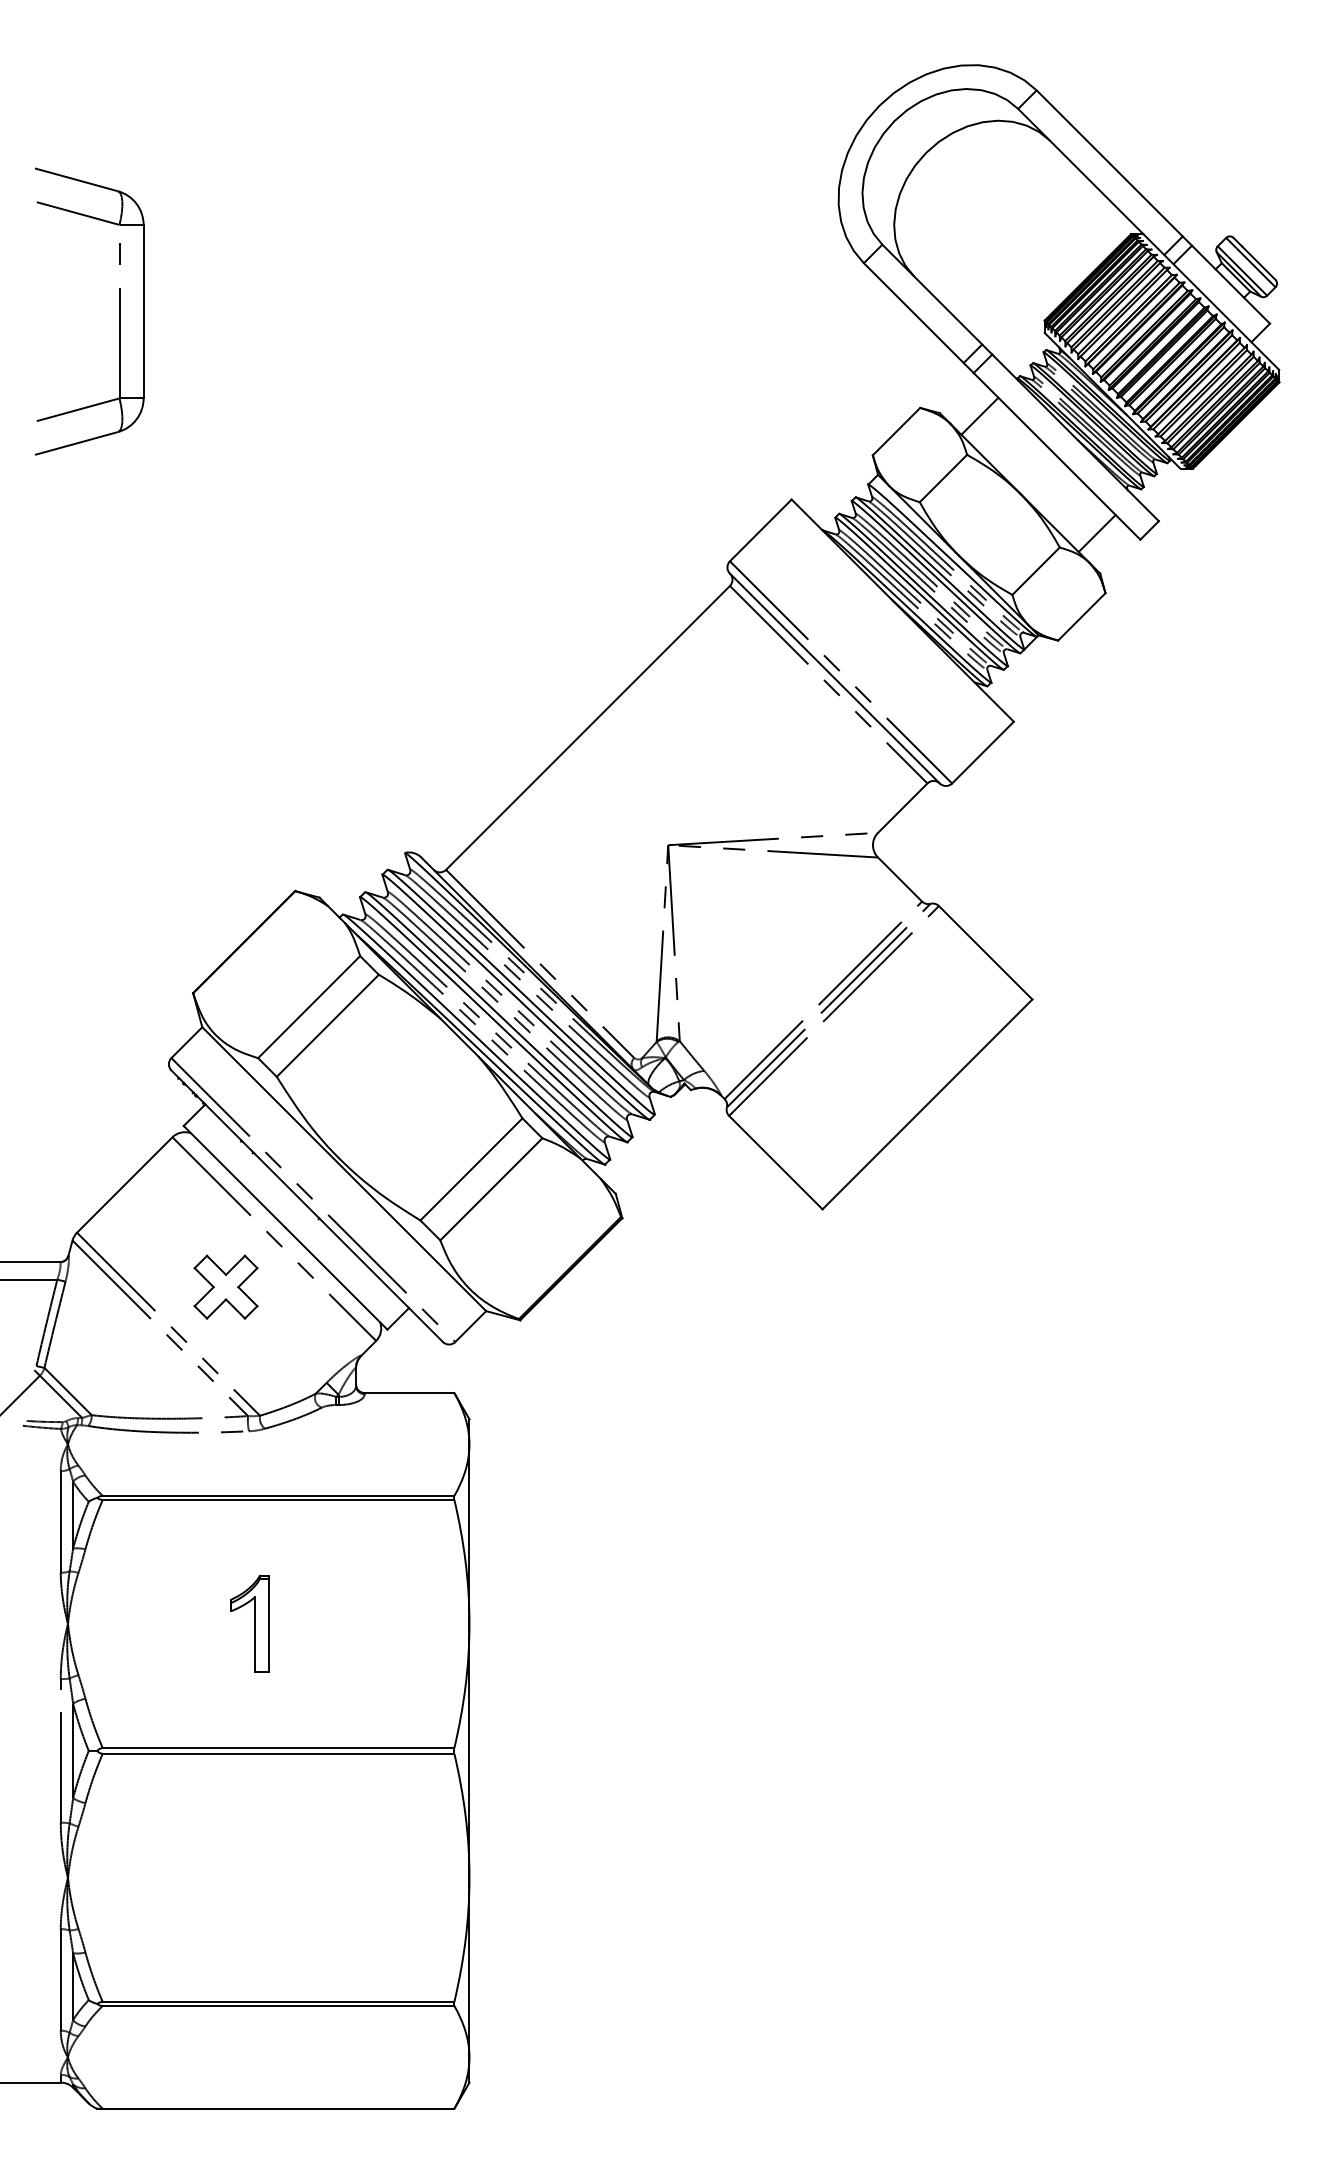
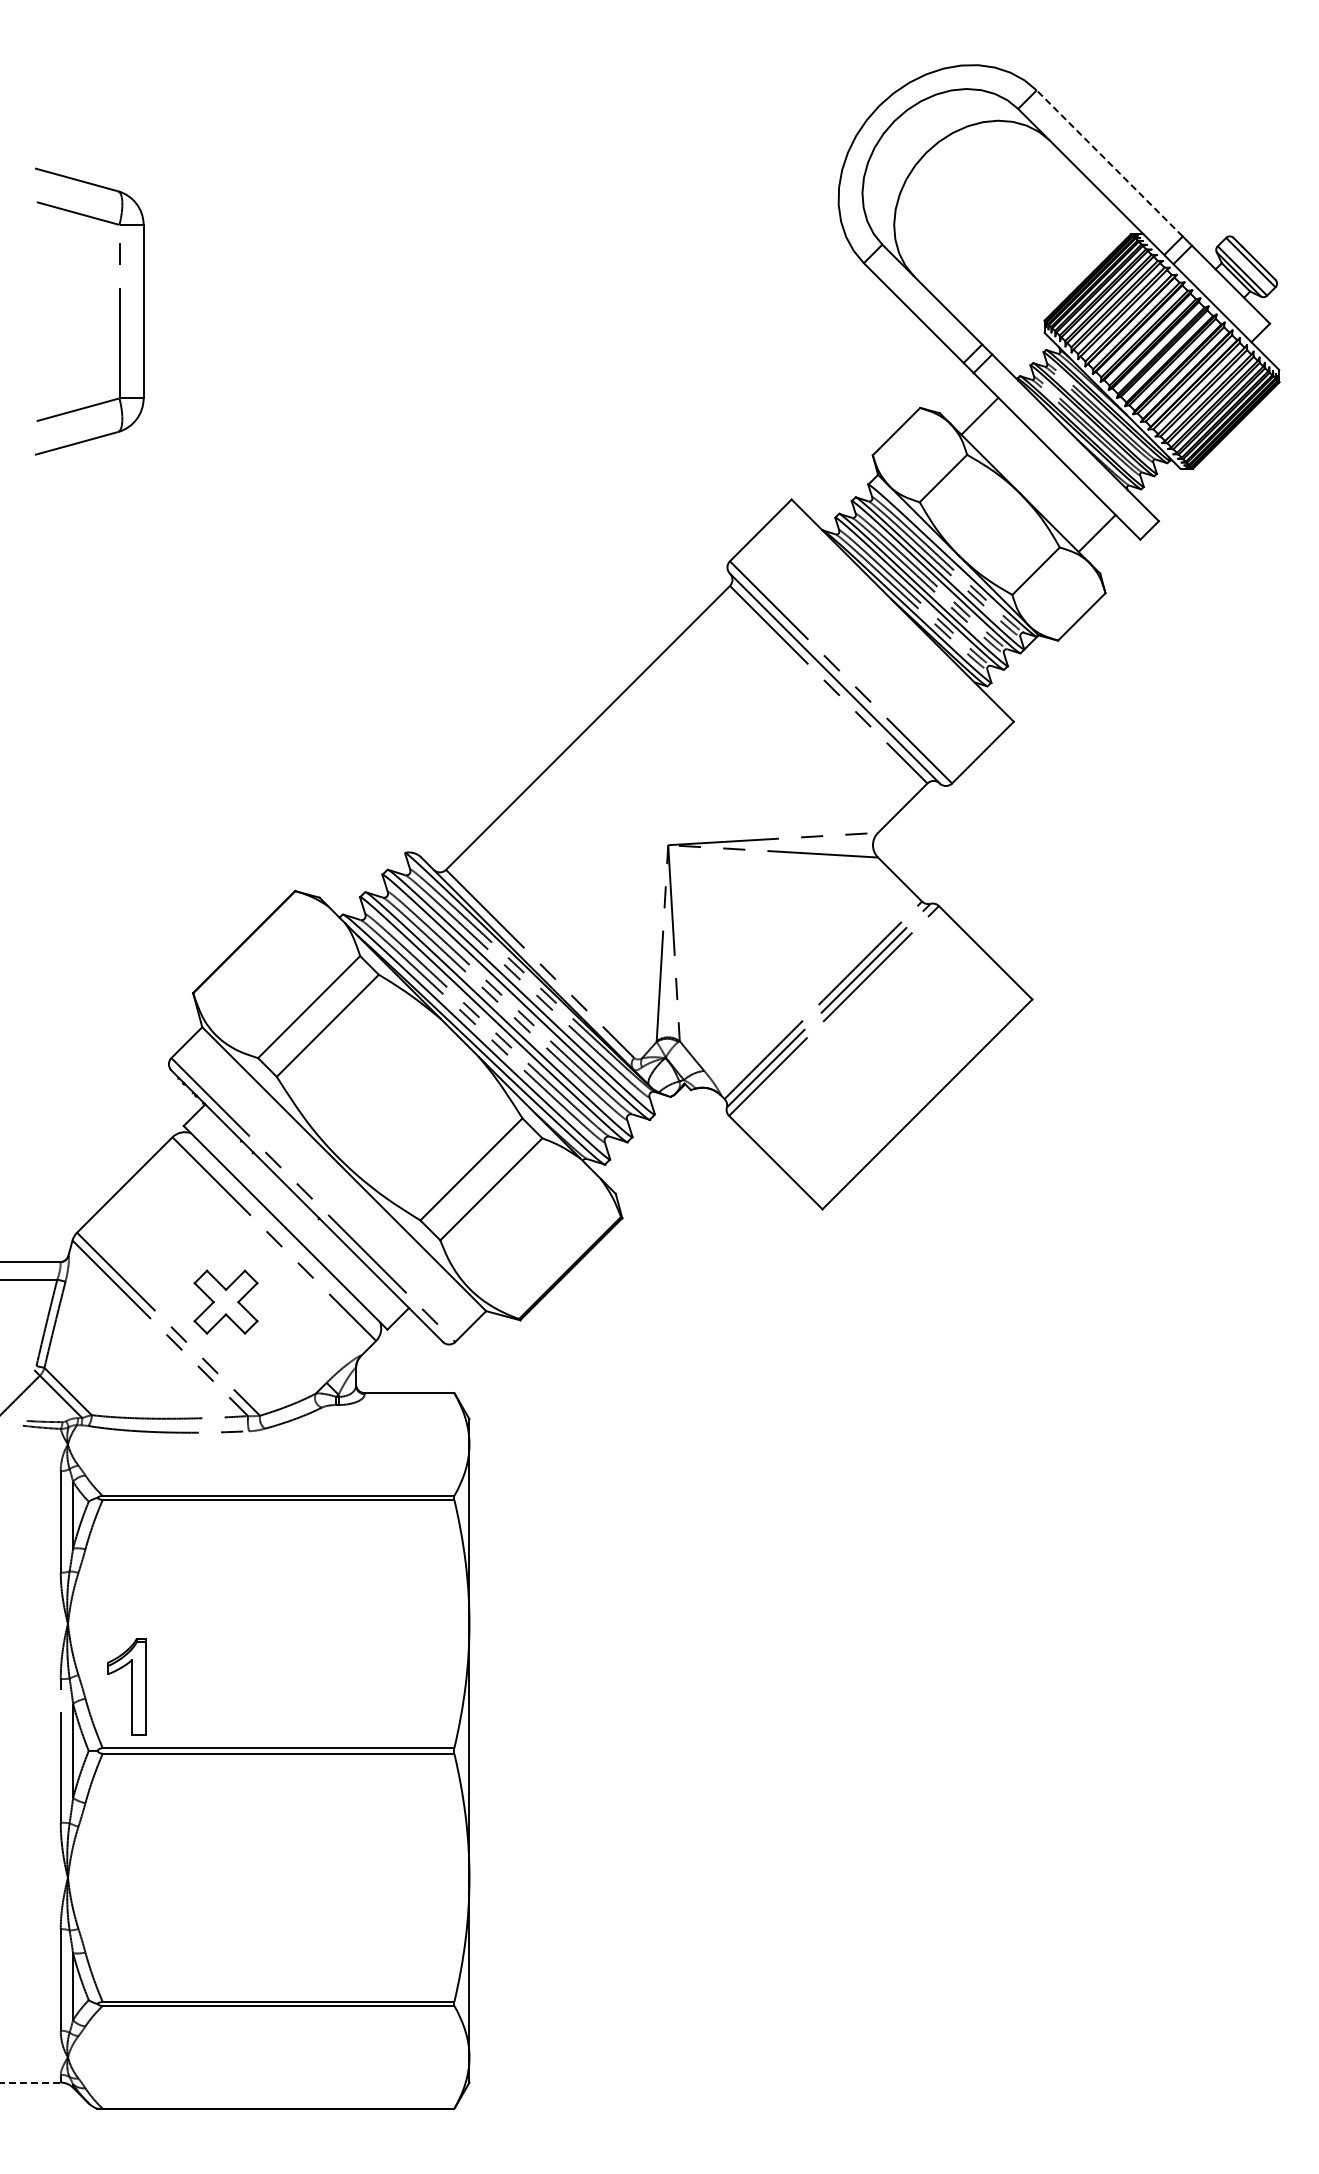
line at (1109, 163): solid -> dashed
part at (225, 1286) position: (225, 1286) -> (225, 1301)
part at (249, 1623) position: (249, 1623) -> (126, 1686)
line at (30, 2082): solid -> dashed
